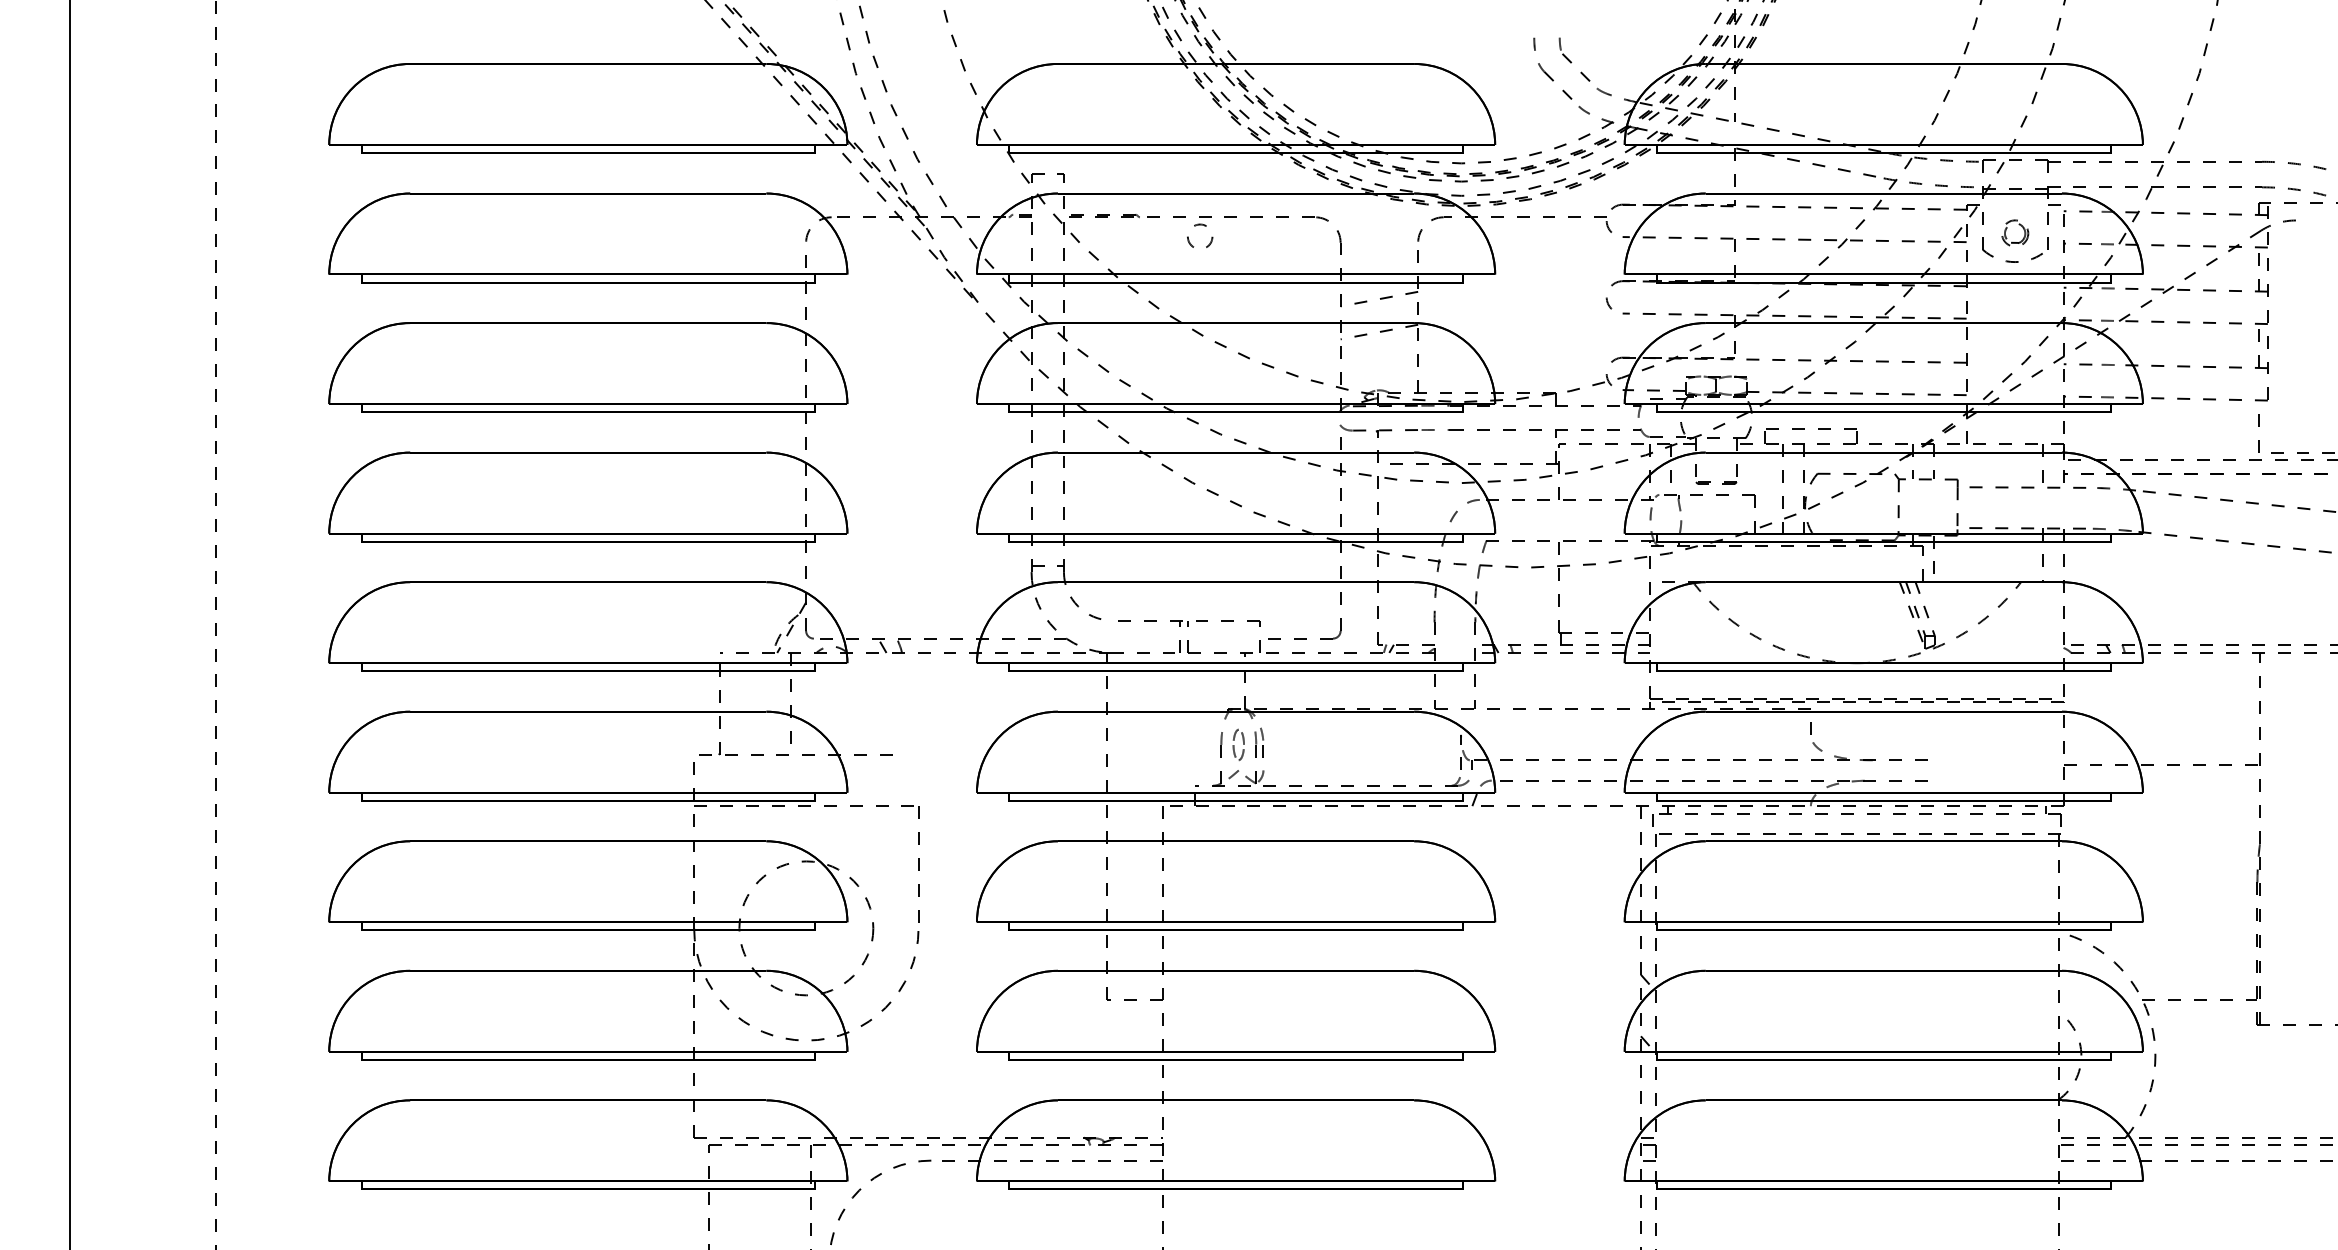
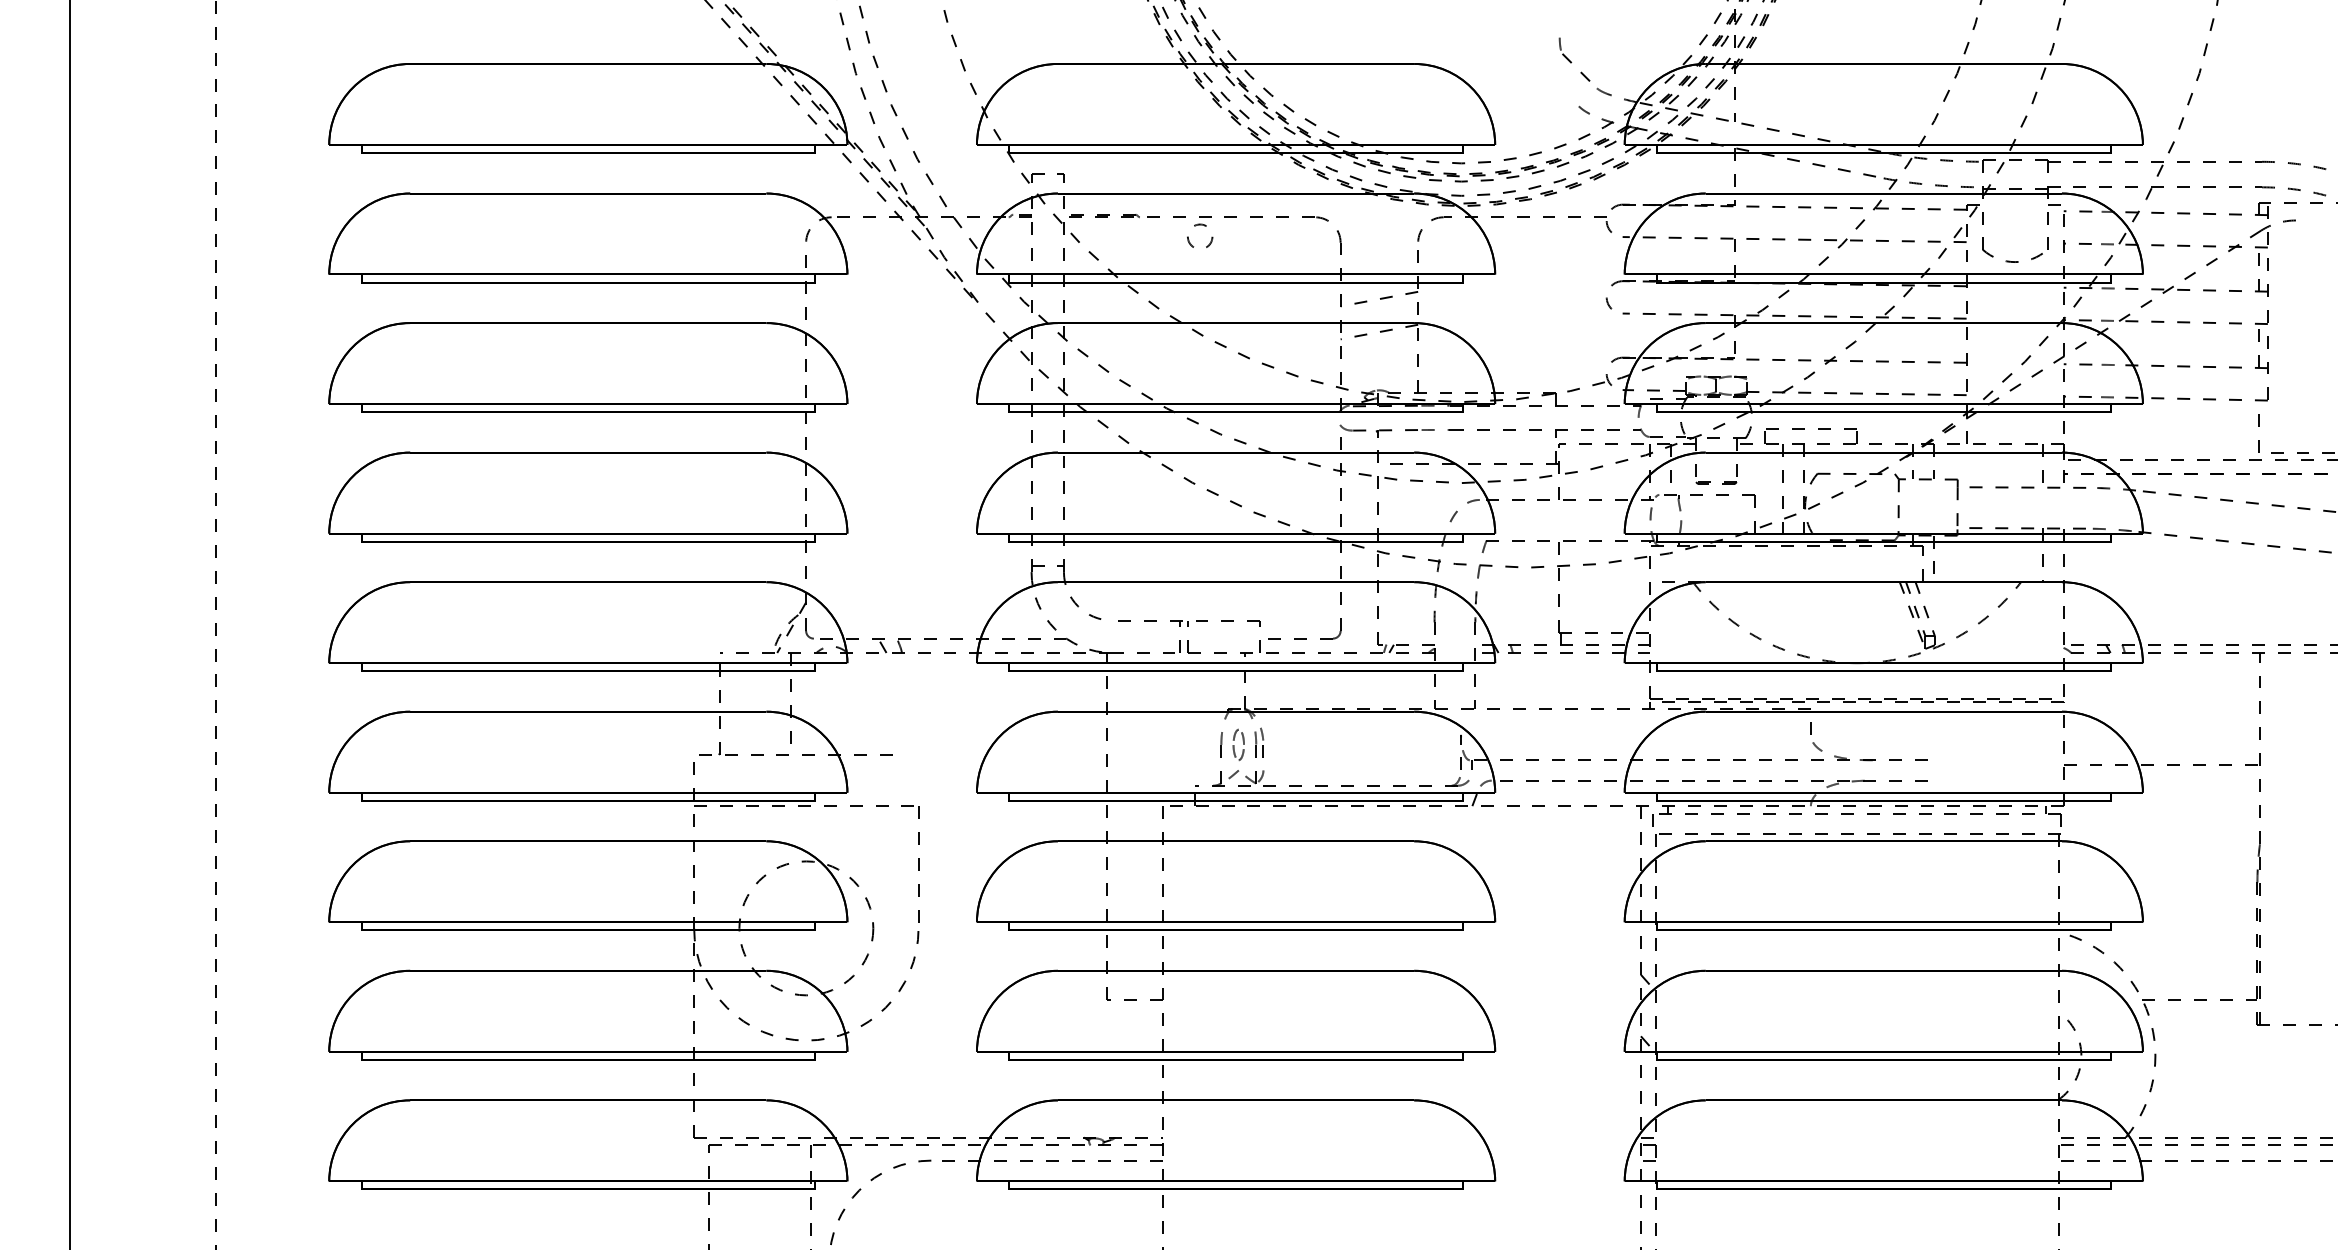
part at (1547, 73): present -> none
part at (2019, 225): present -> none
